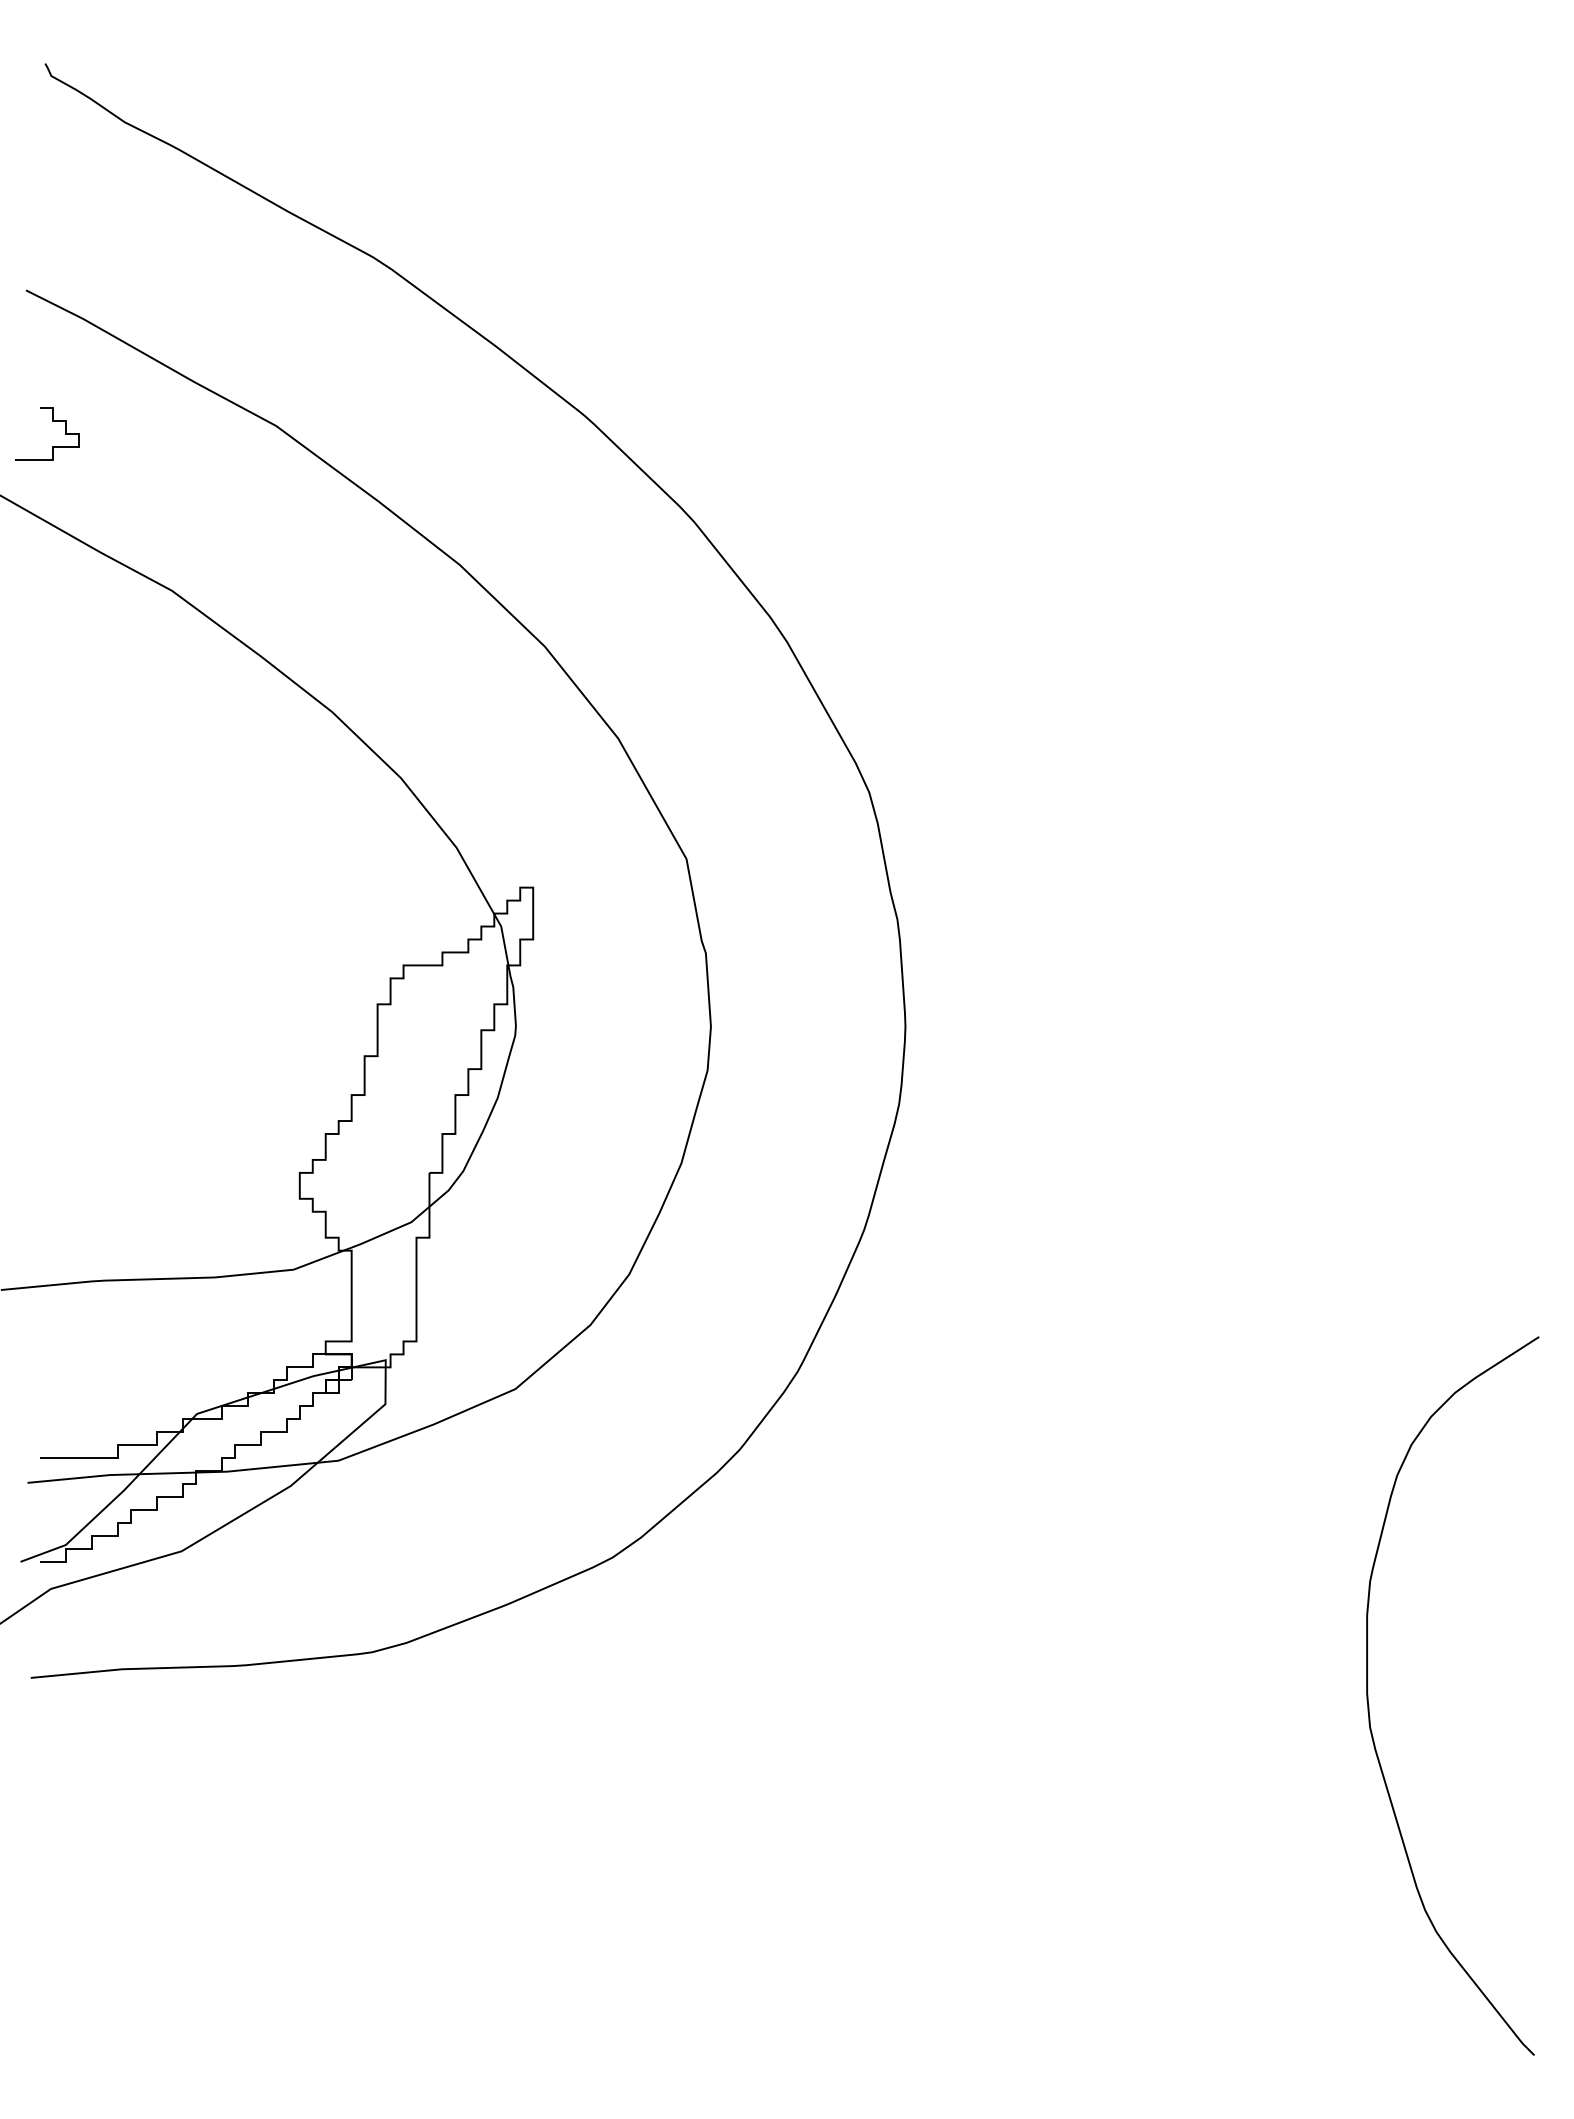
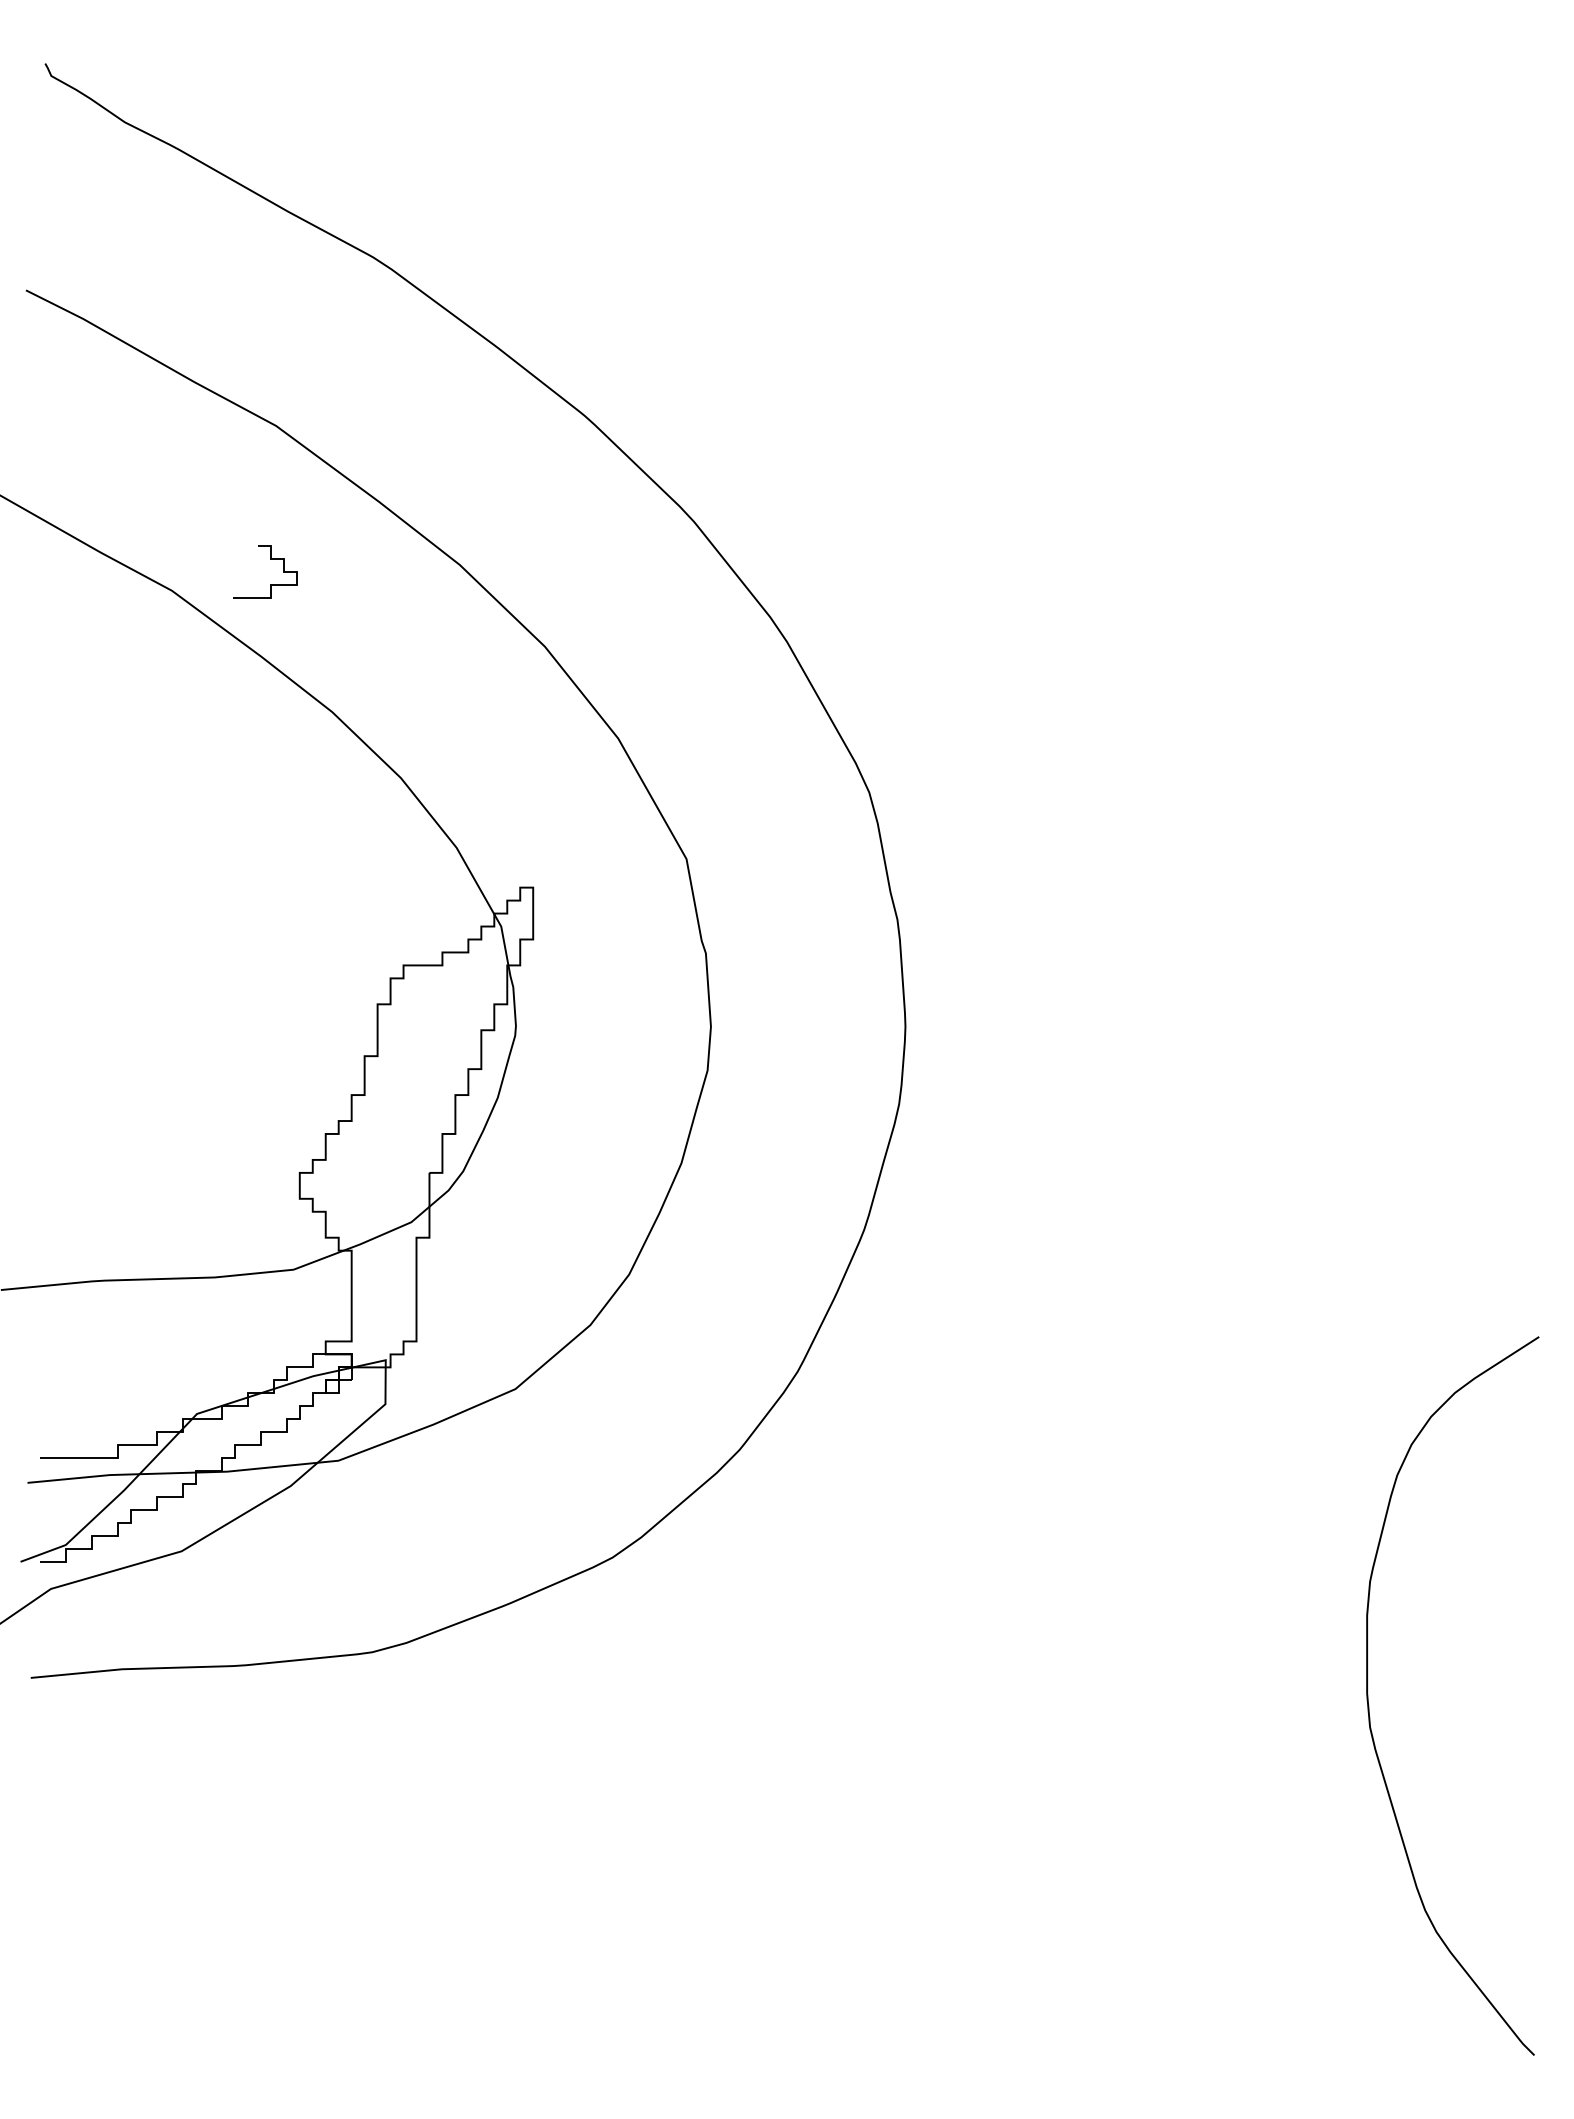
curve at (52, 421) position: (52, 421) -> (270, 559)
